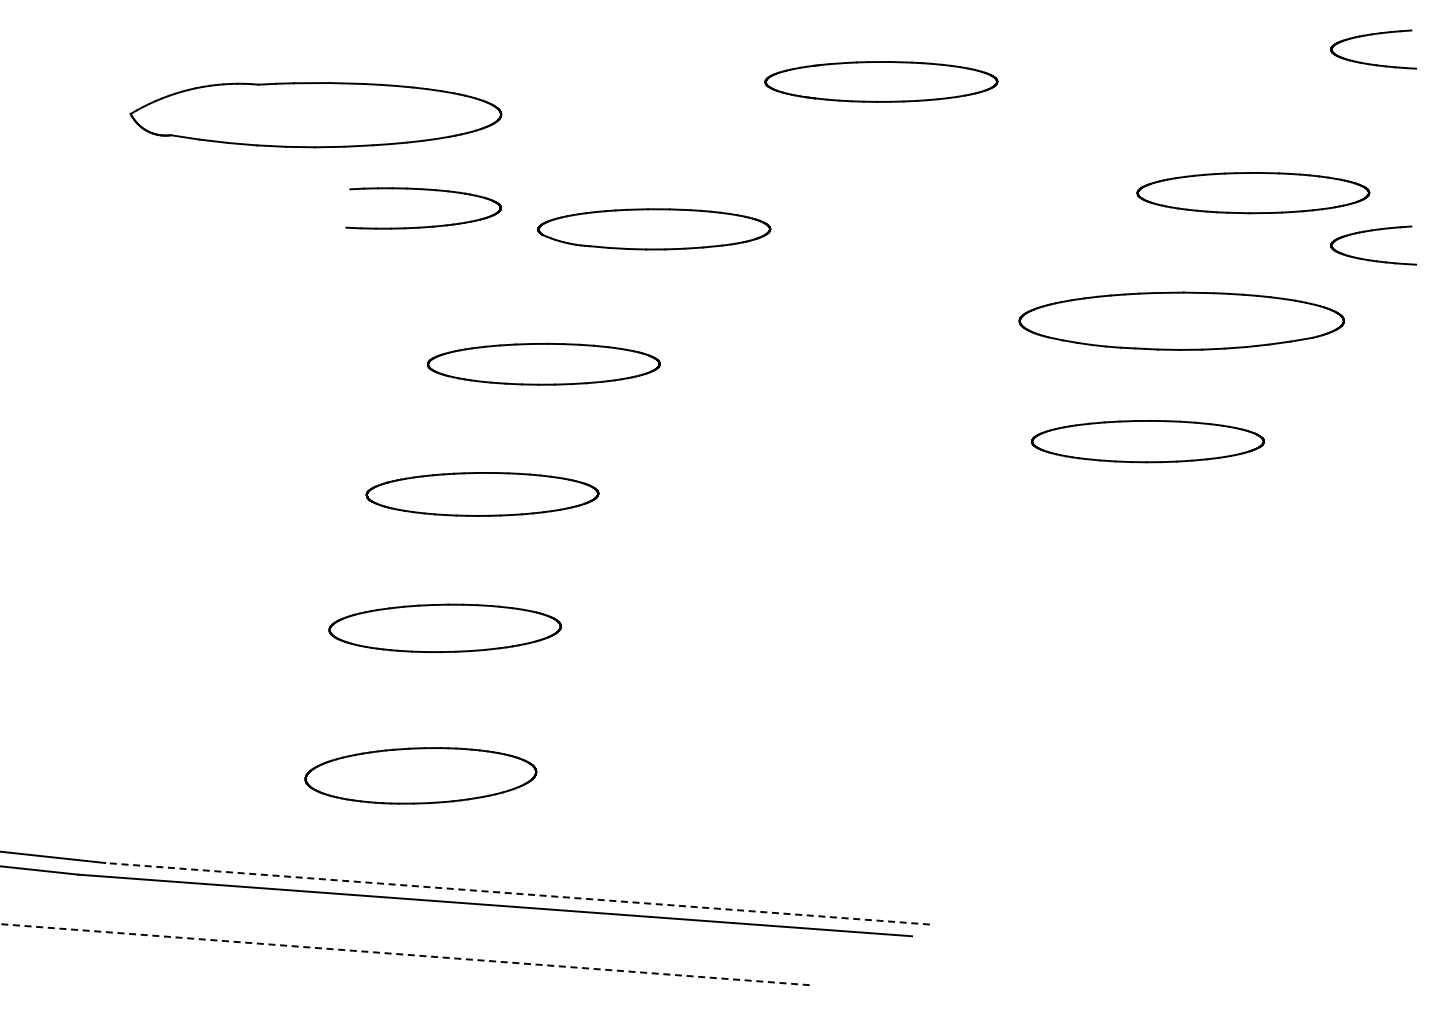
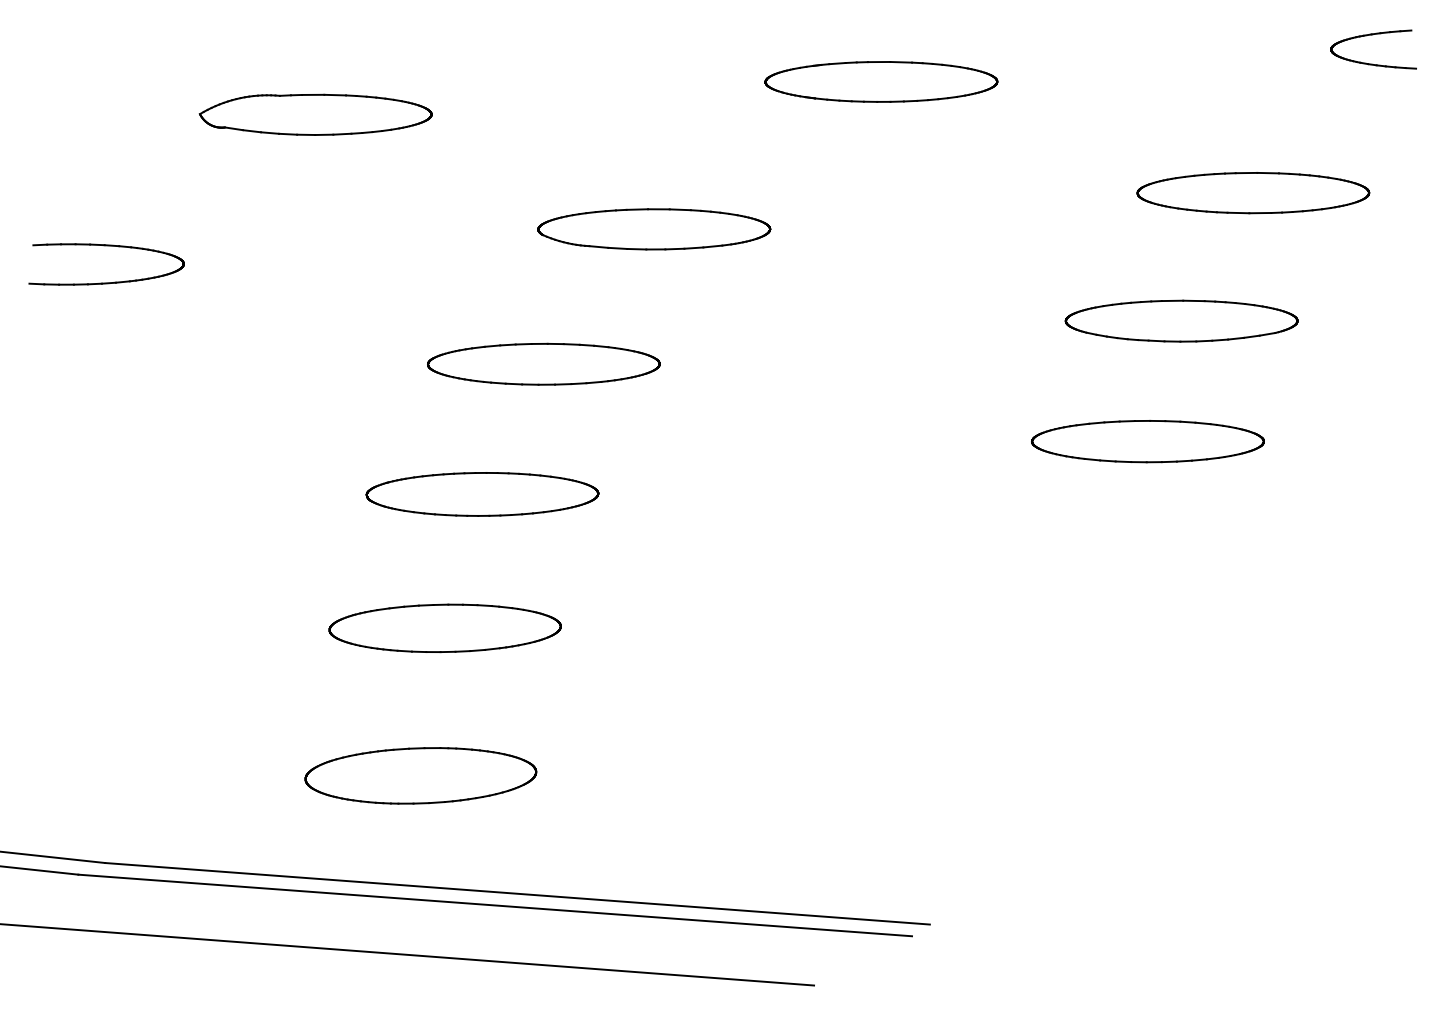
part at (315, 115) size: 374x67 px -> 235x43 px
part at (423, 190) position: (423, 190) -> (106, 246)
part at (1373, 231): present -> none
part at (1181, 320) size: 328x60 px -> 235x44 px
line at (517, 893): dashed -> solid
line at (407, 954): dashed -> solid
